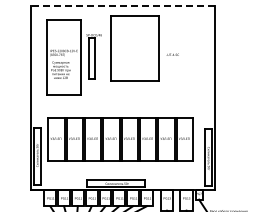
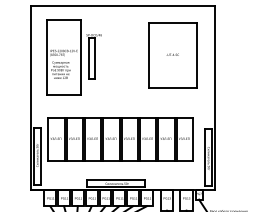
line at (122, 5): dashed -> solid
part at (134, 48) position: (134, 48) -> (172, 55)
